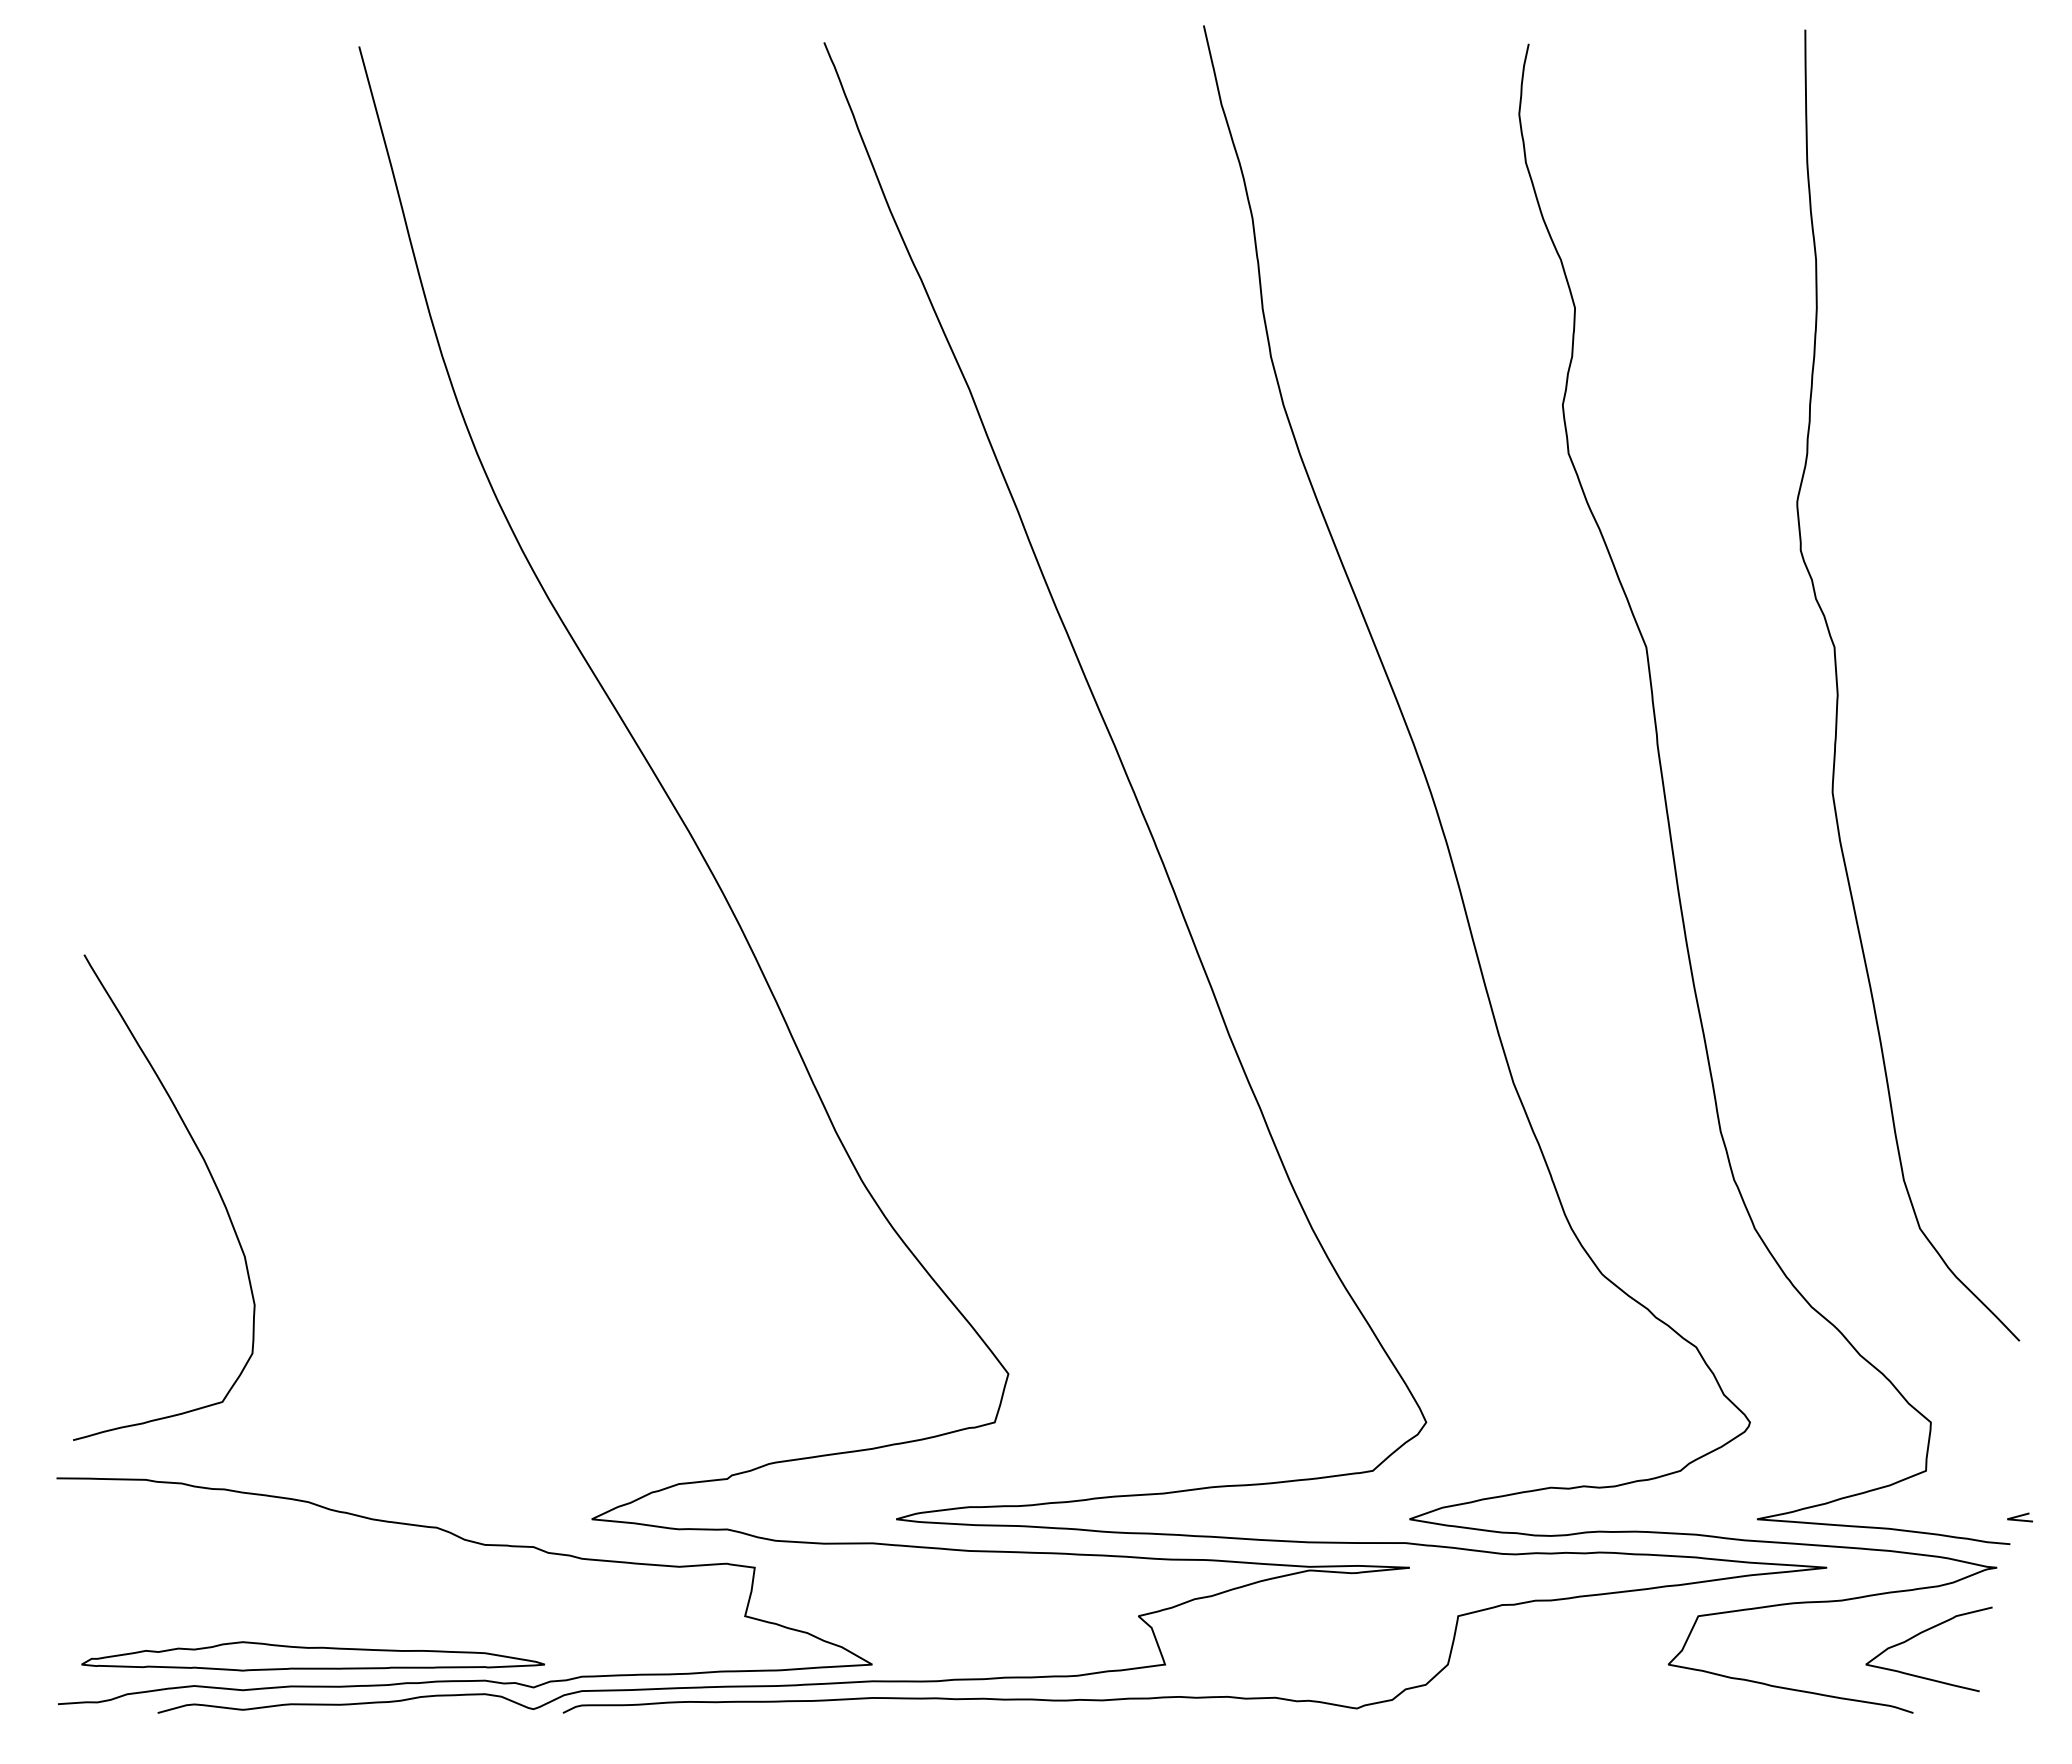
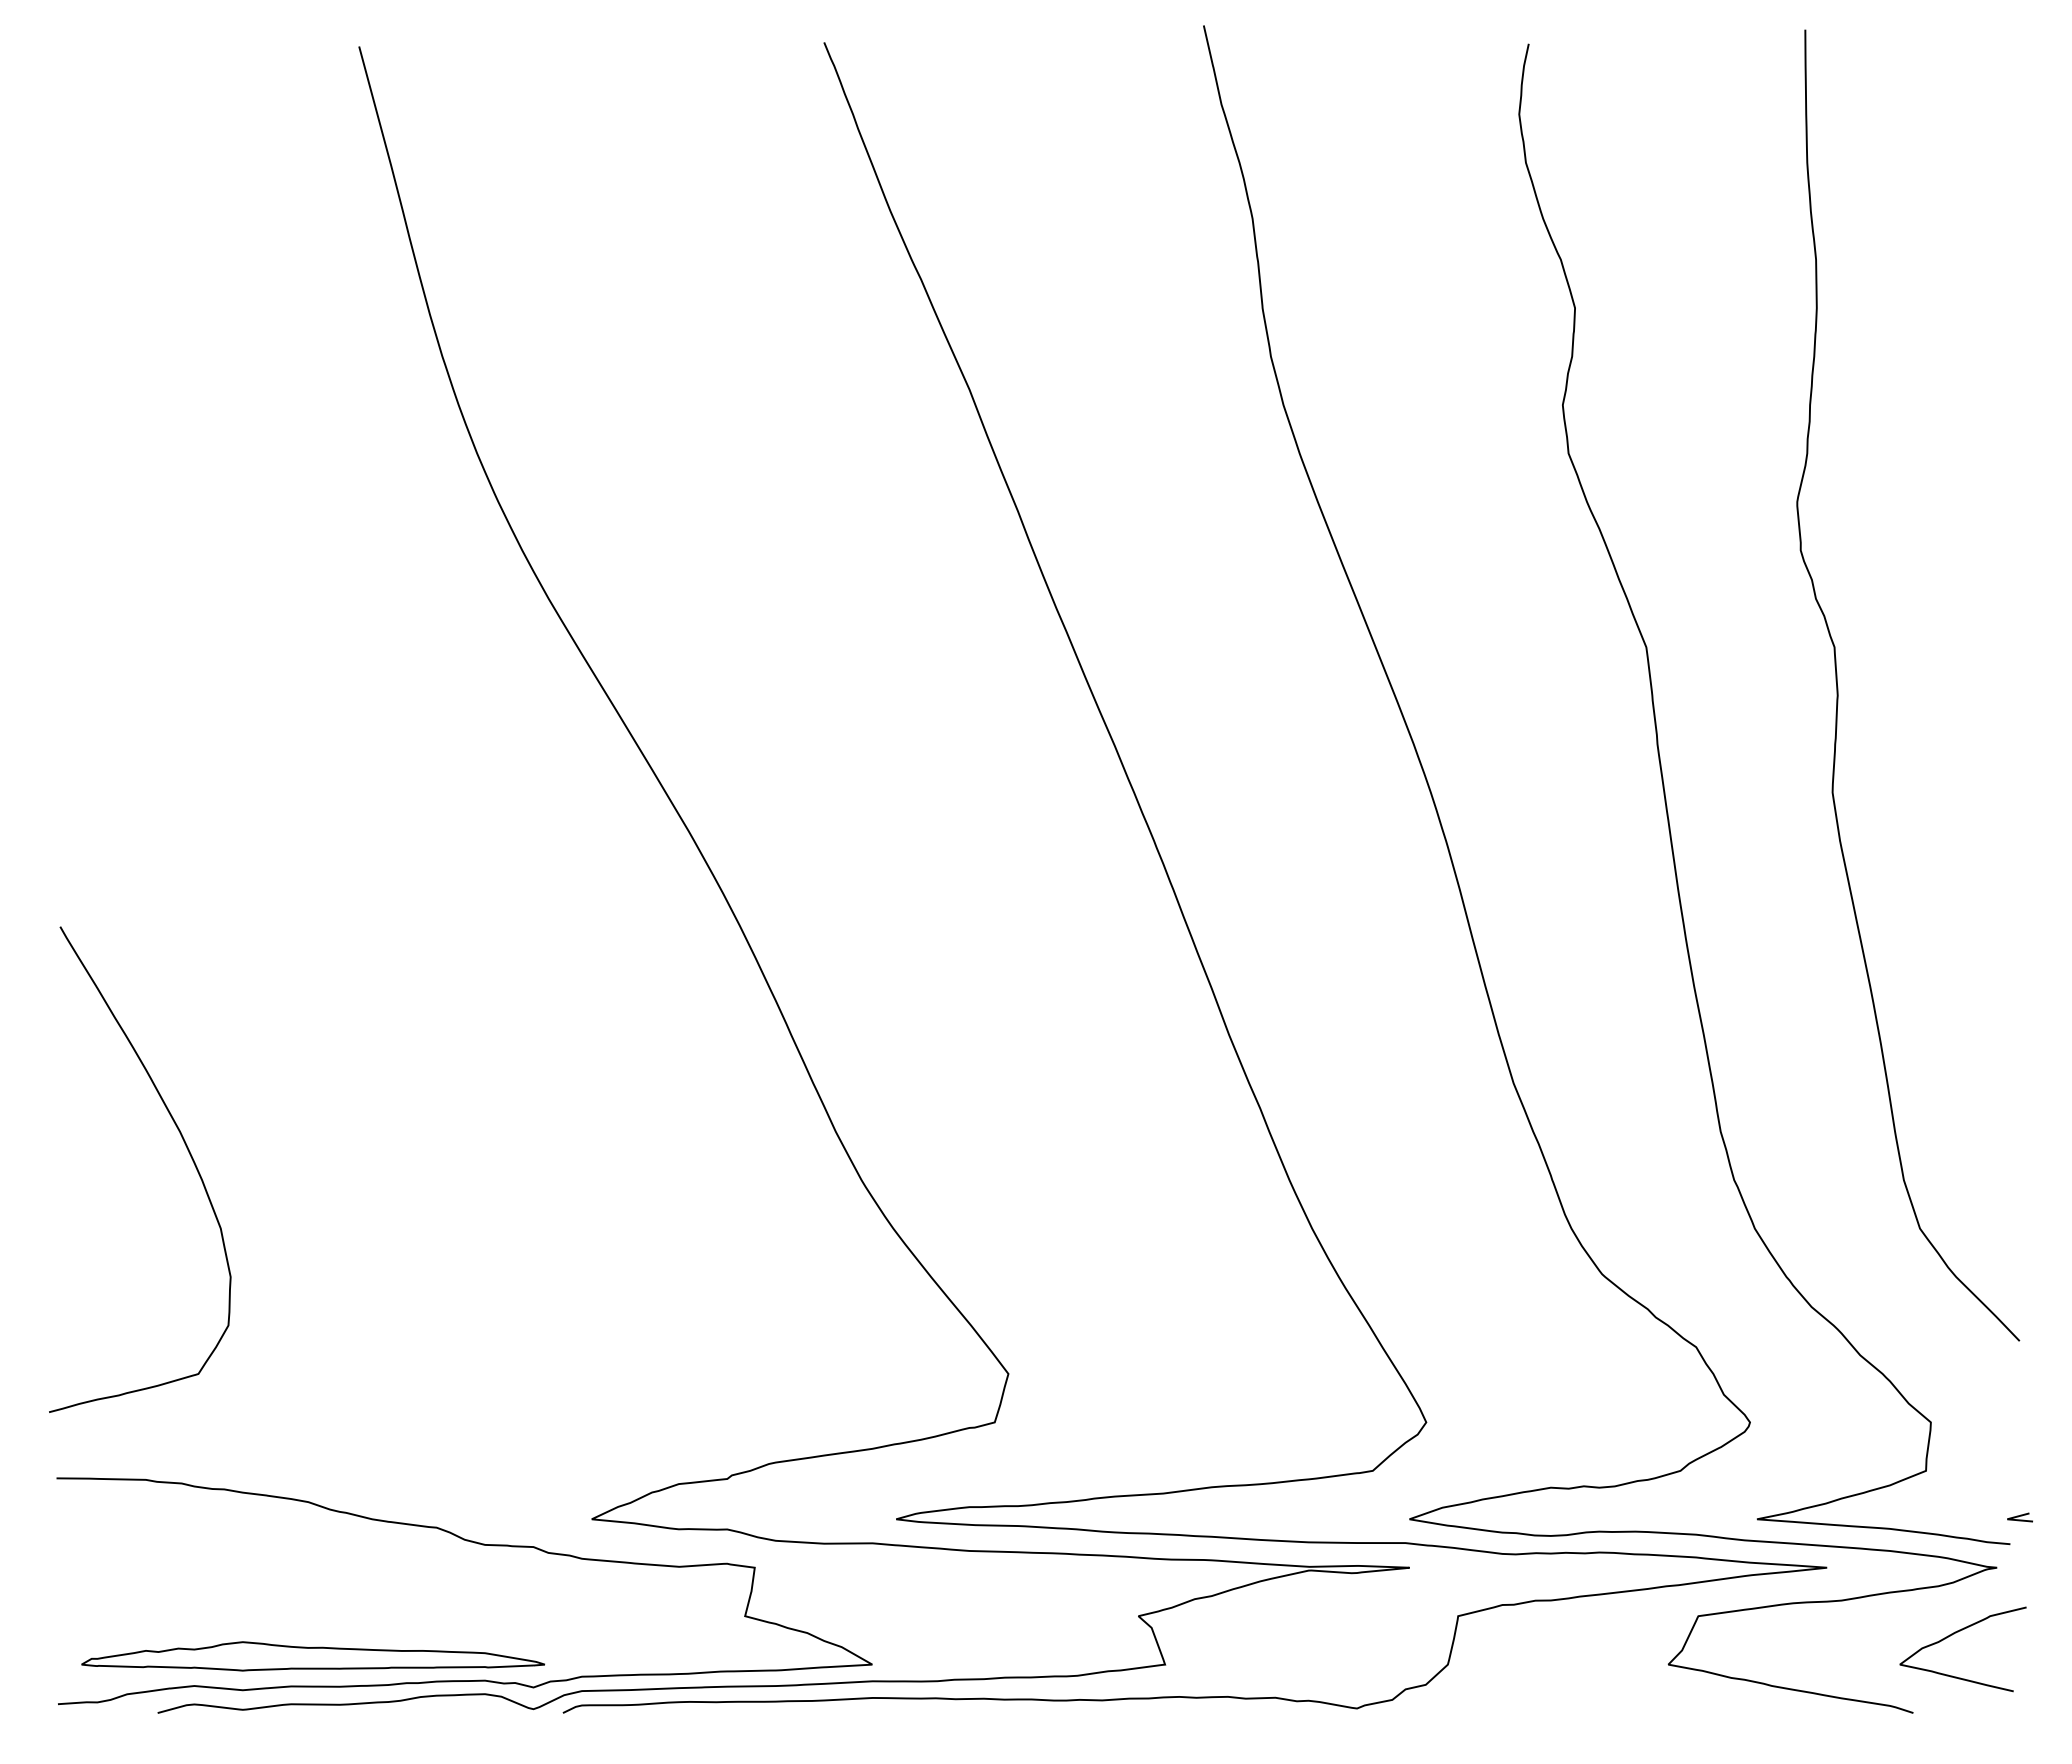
curve at (209, 1174) position: (209, 1174) -> (185, 1146)
curve at (1920, 1634) position: (1920, 1634) -> (1954, 1634)
